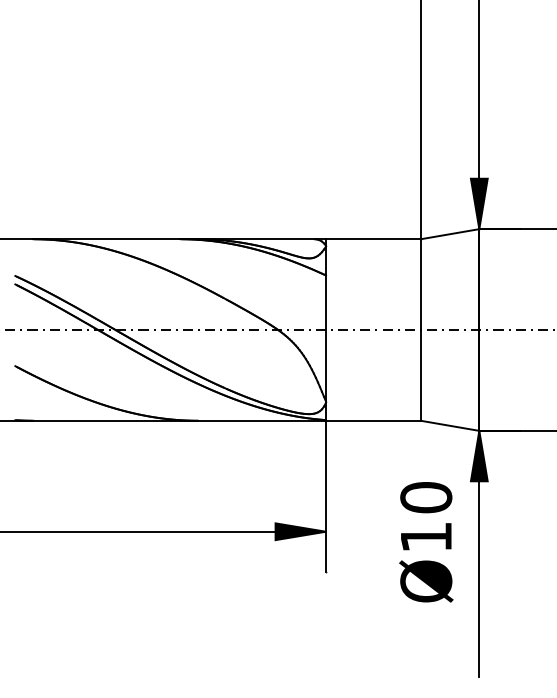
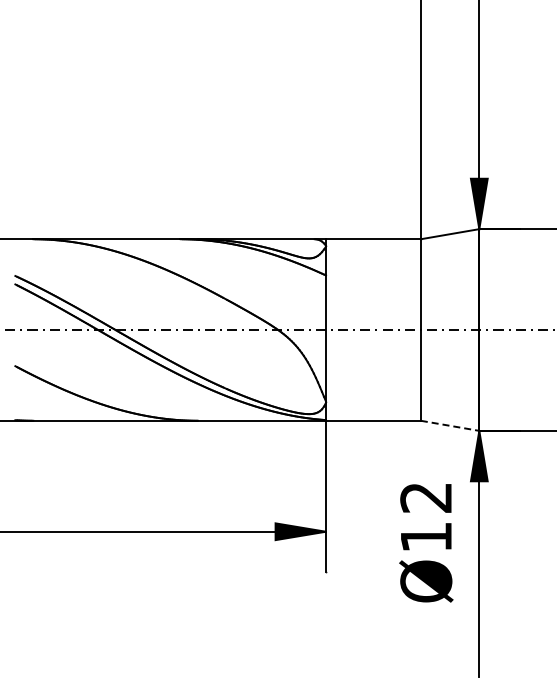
line at (450, 425): solid -> dashed
text at (426, 497): Ø10 -> Ø12
